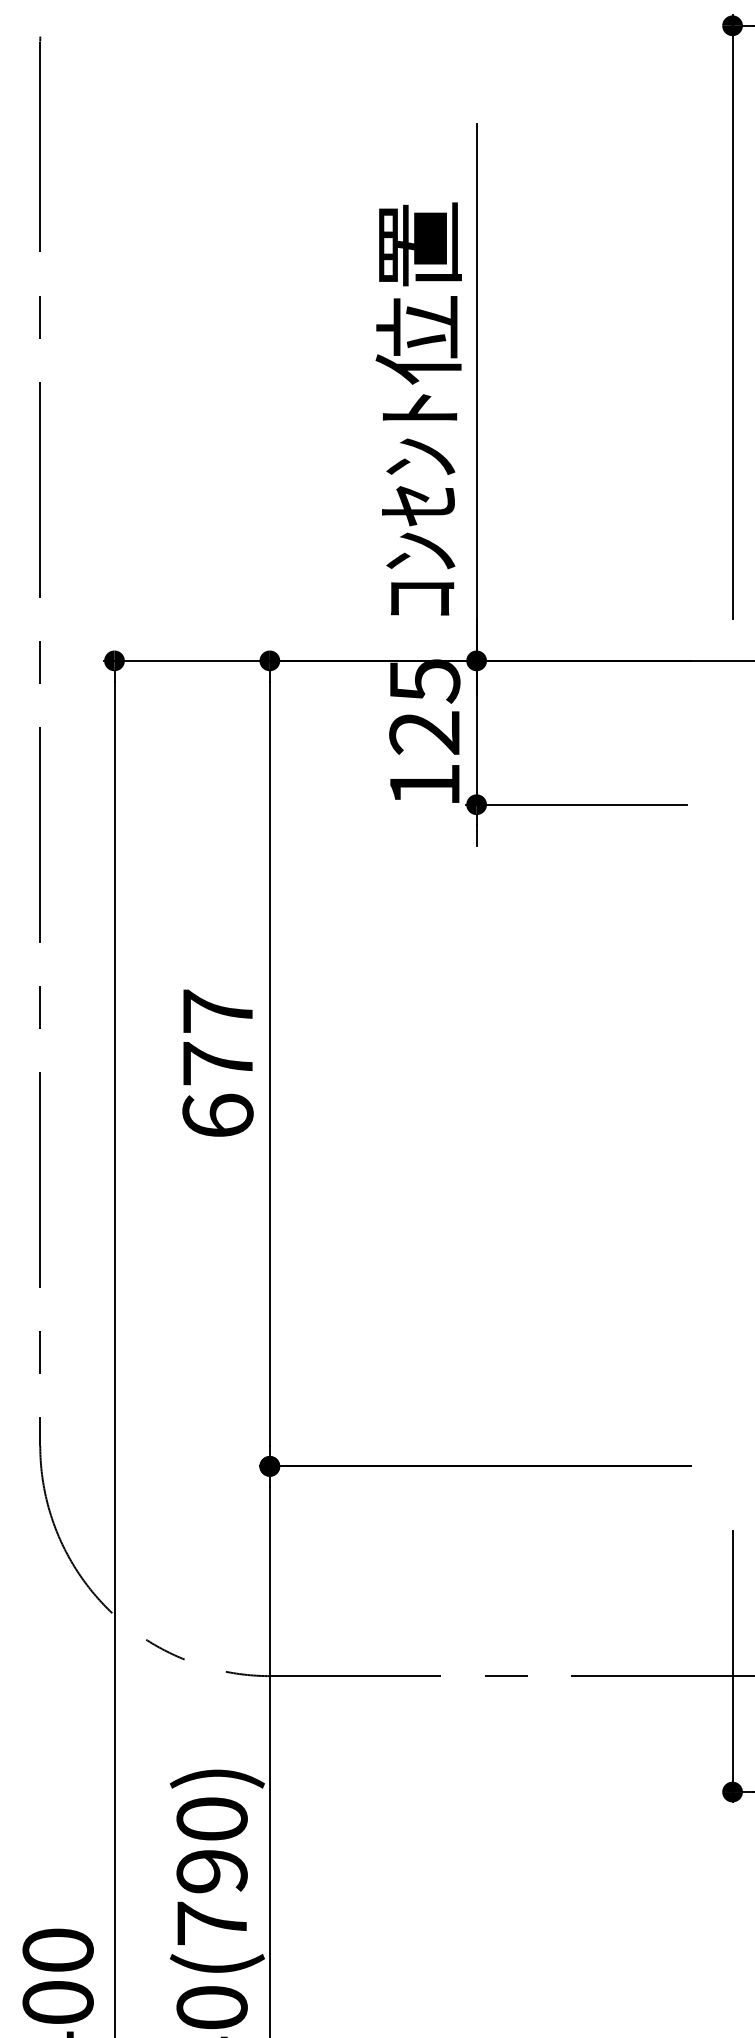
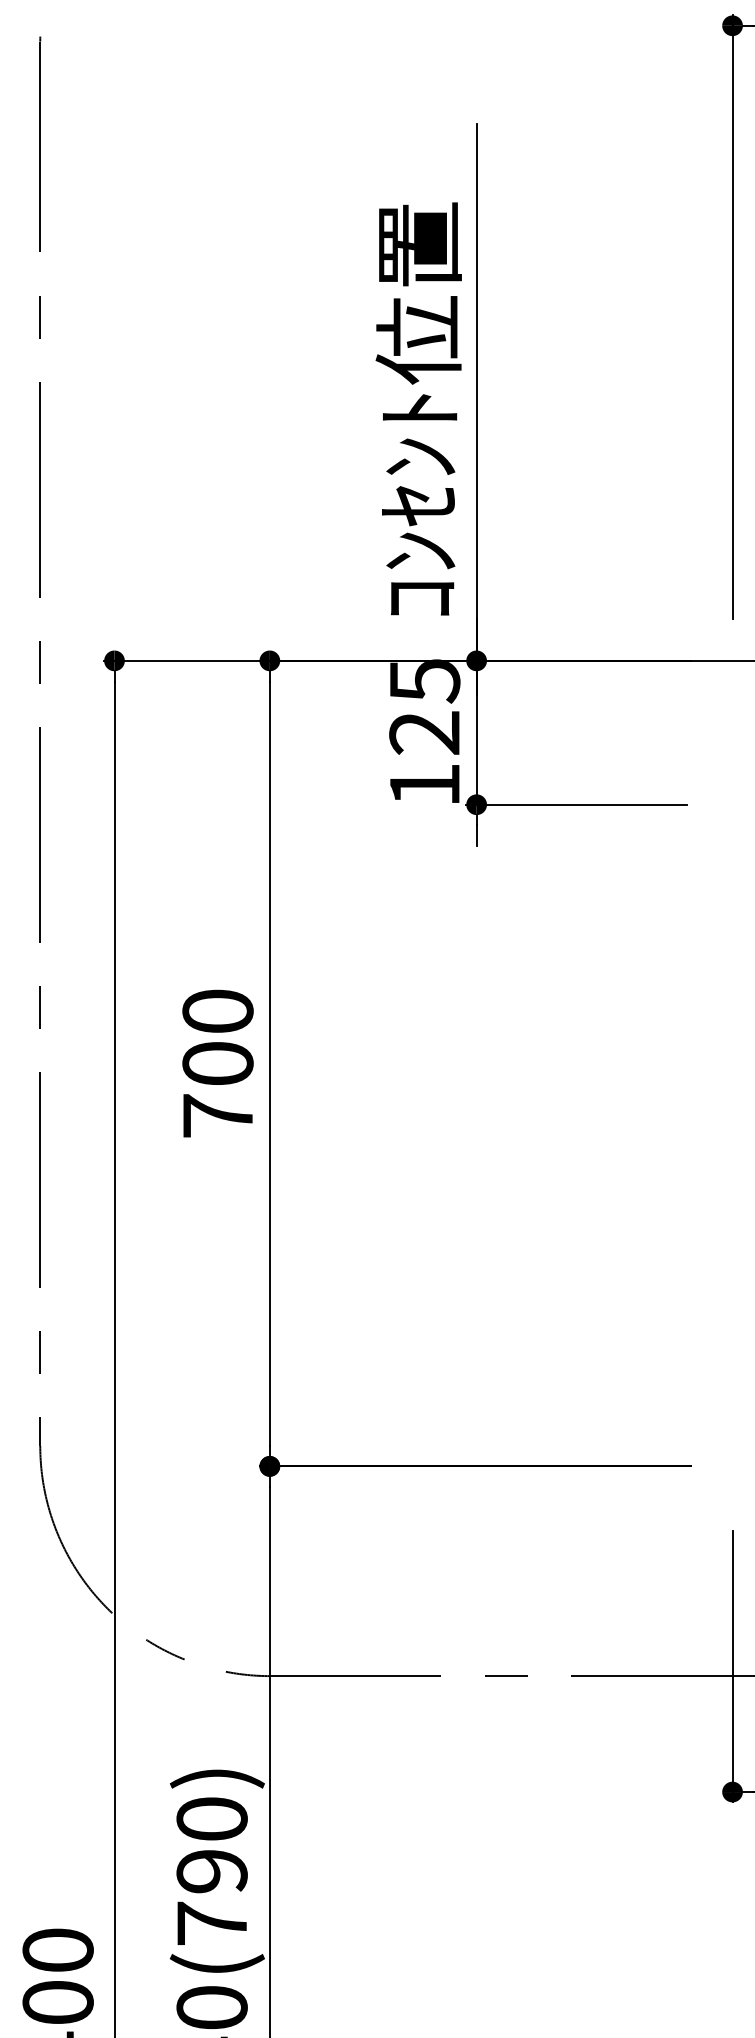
text at (217, 1063): 677 -> 700
